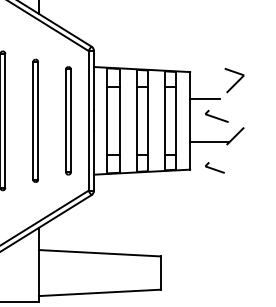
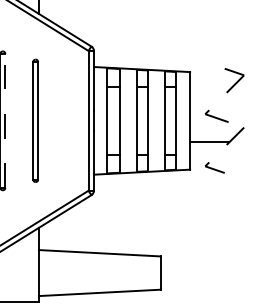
line at (204, 99): present -> none
line at (5, 120): solid -> dashed
part at (68, 120): present -> none
